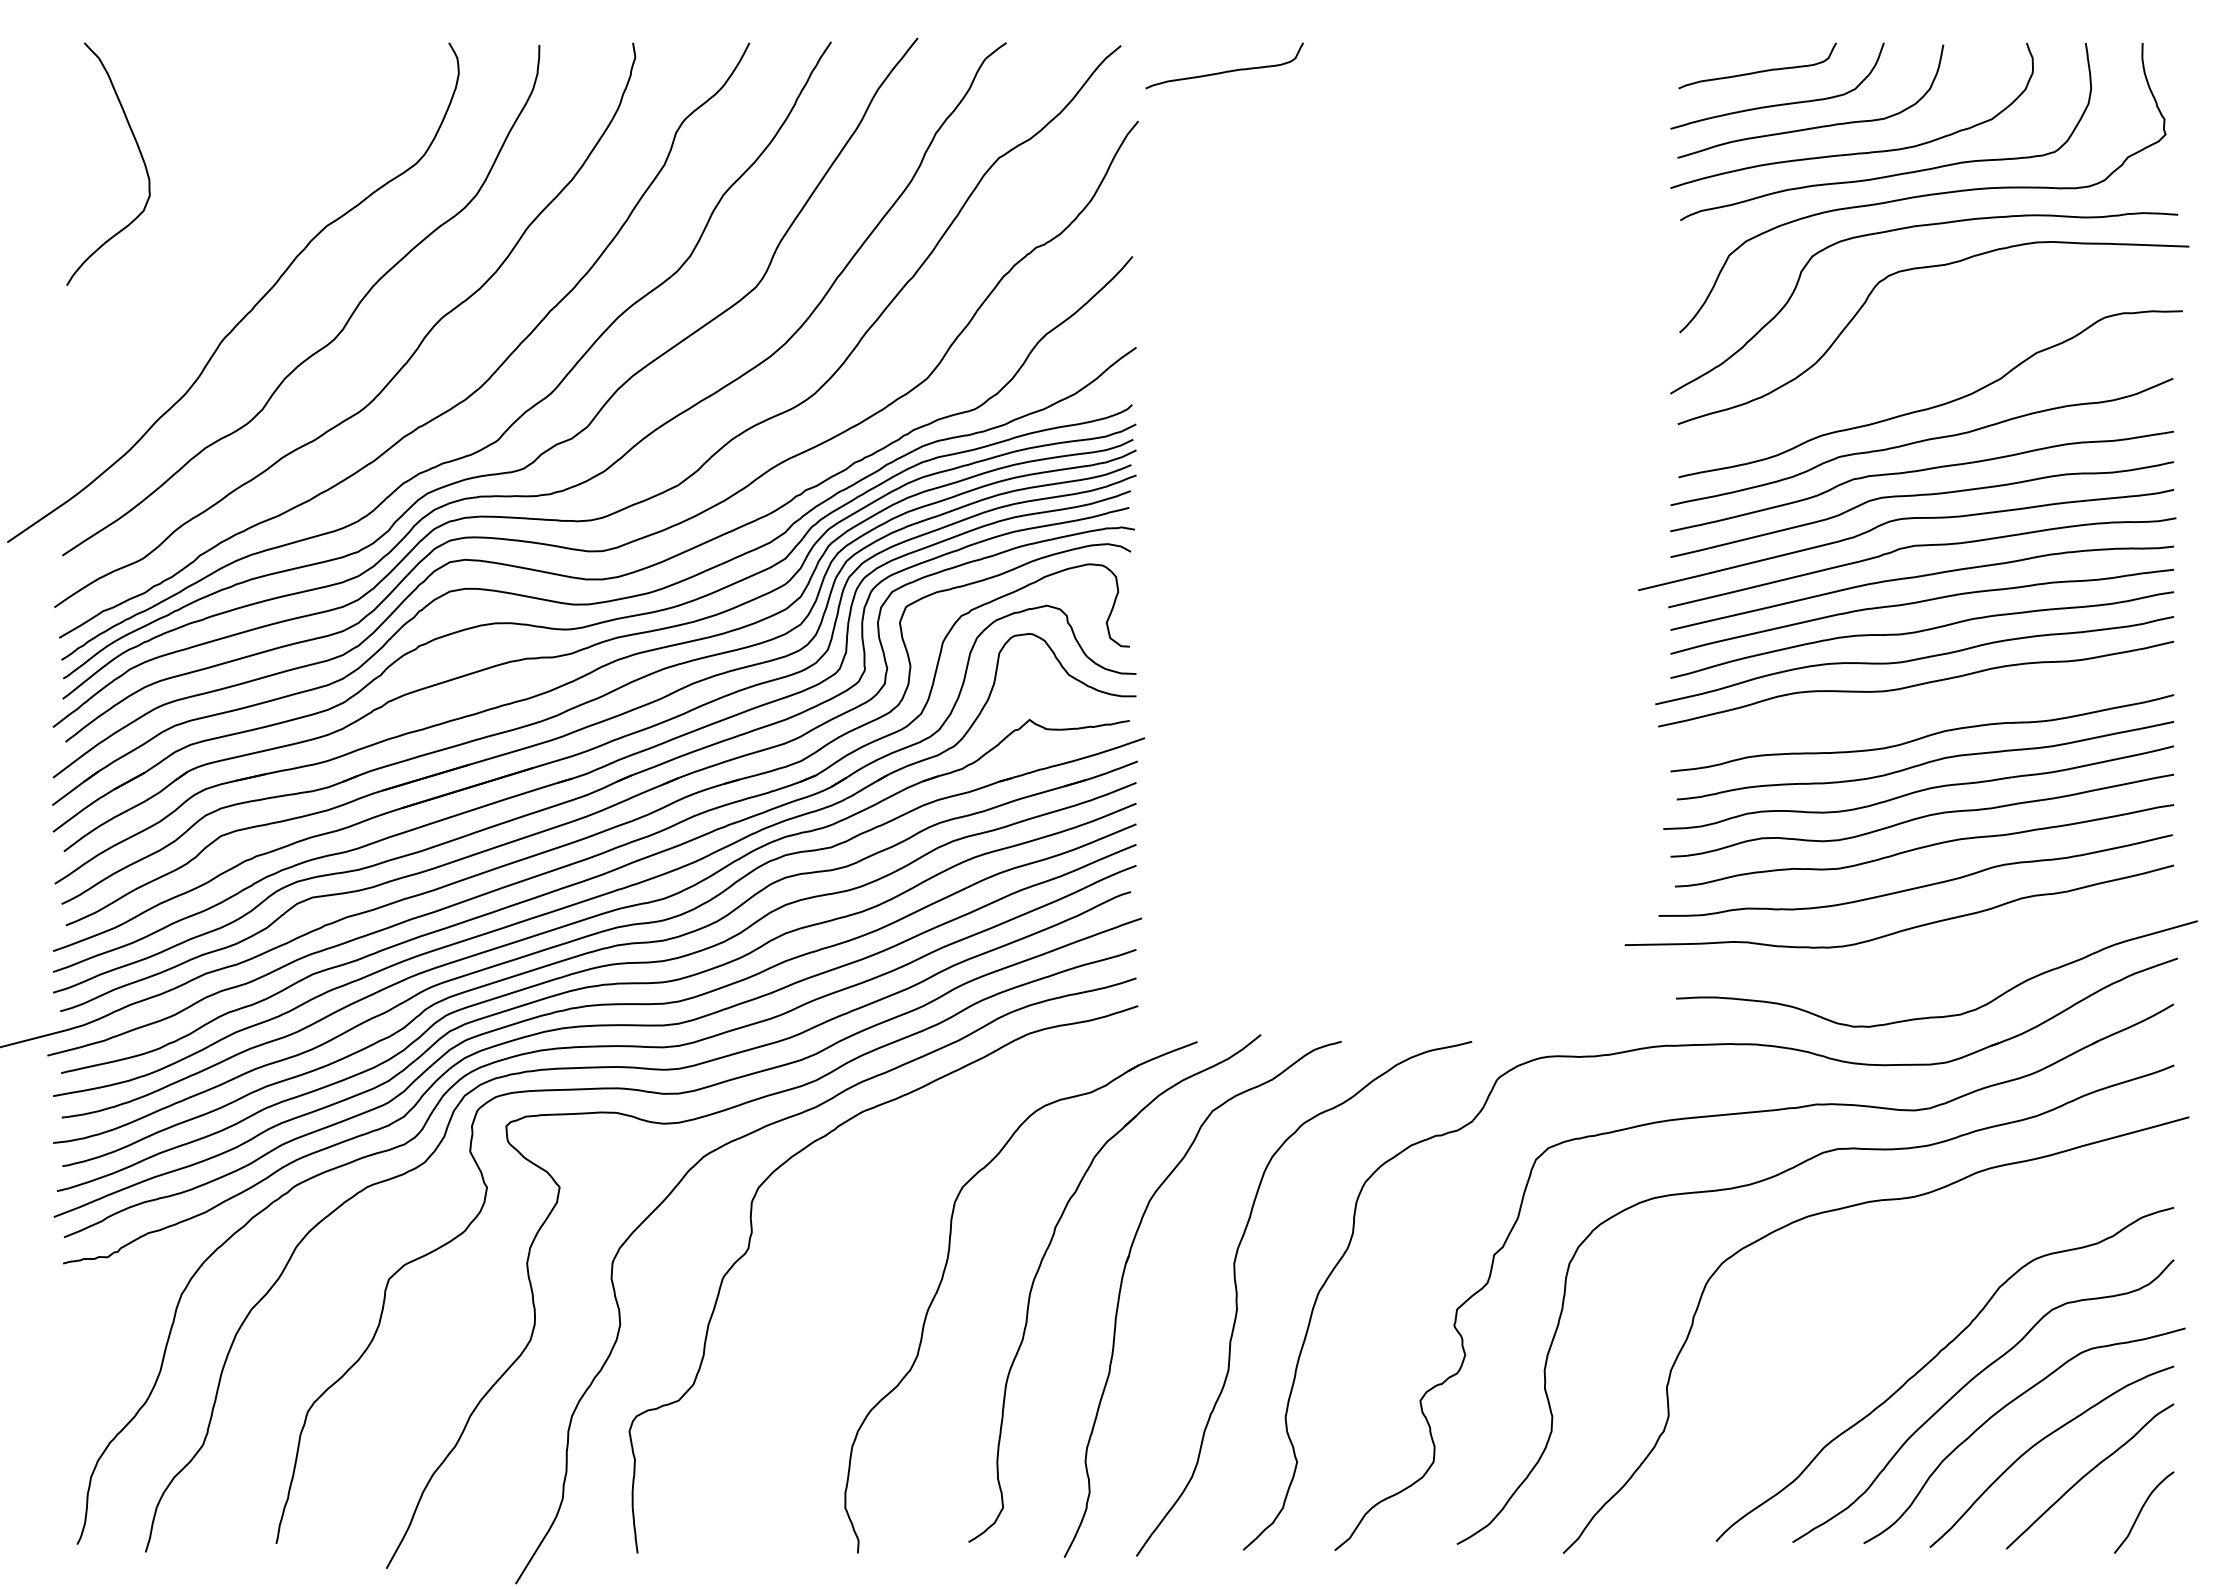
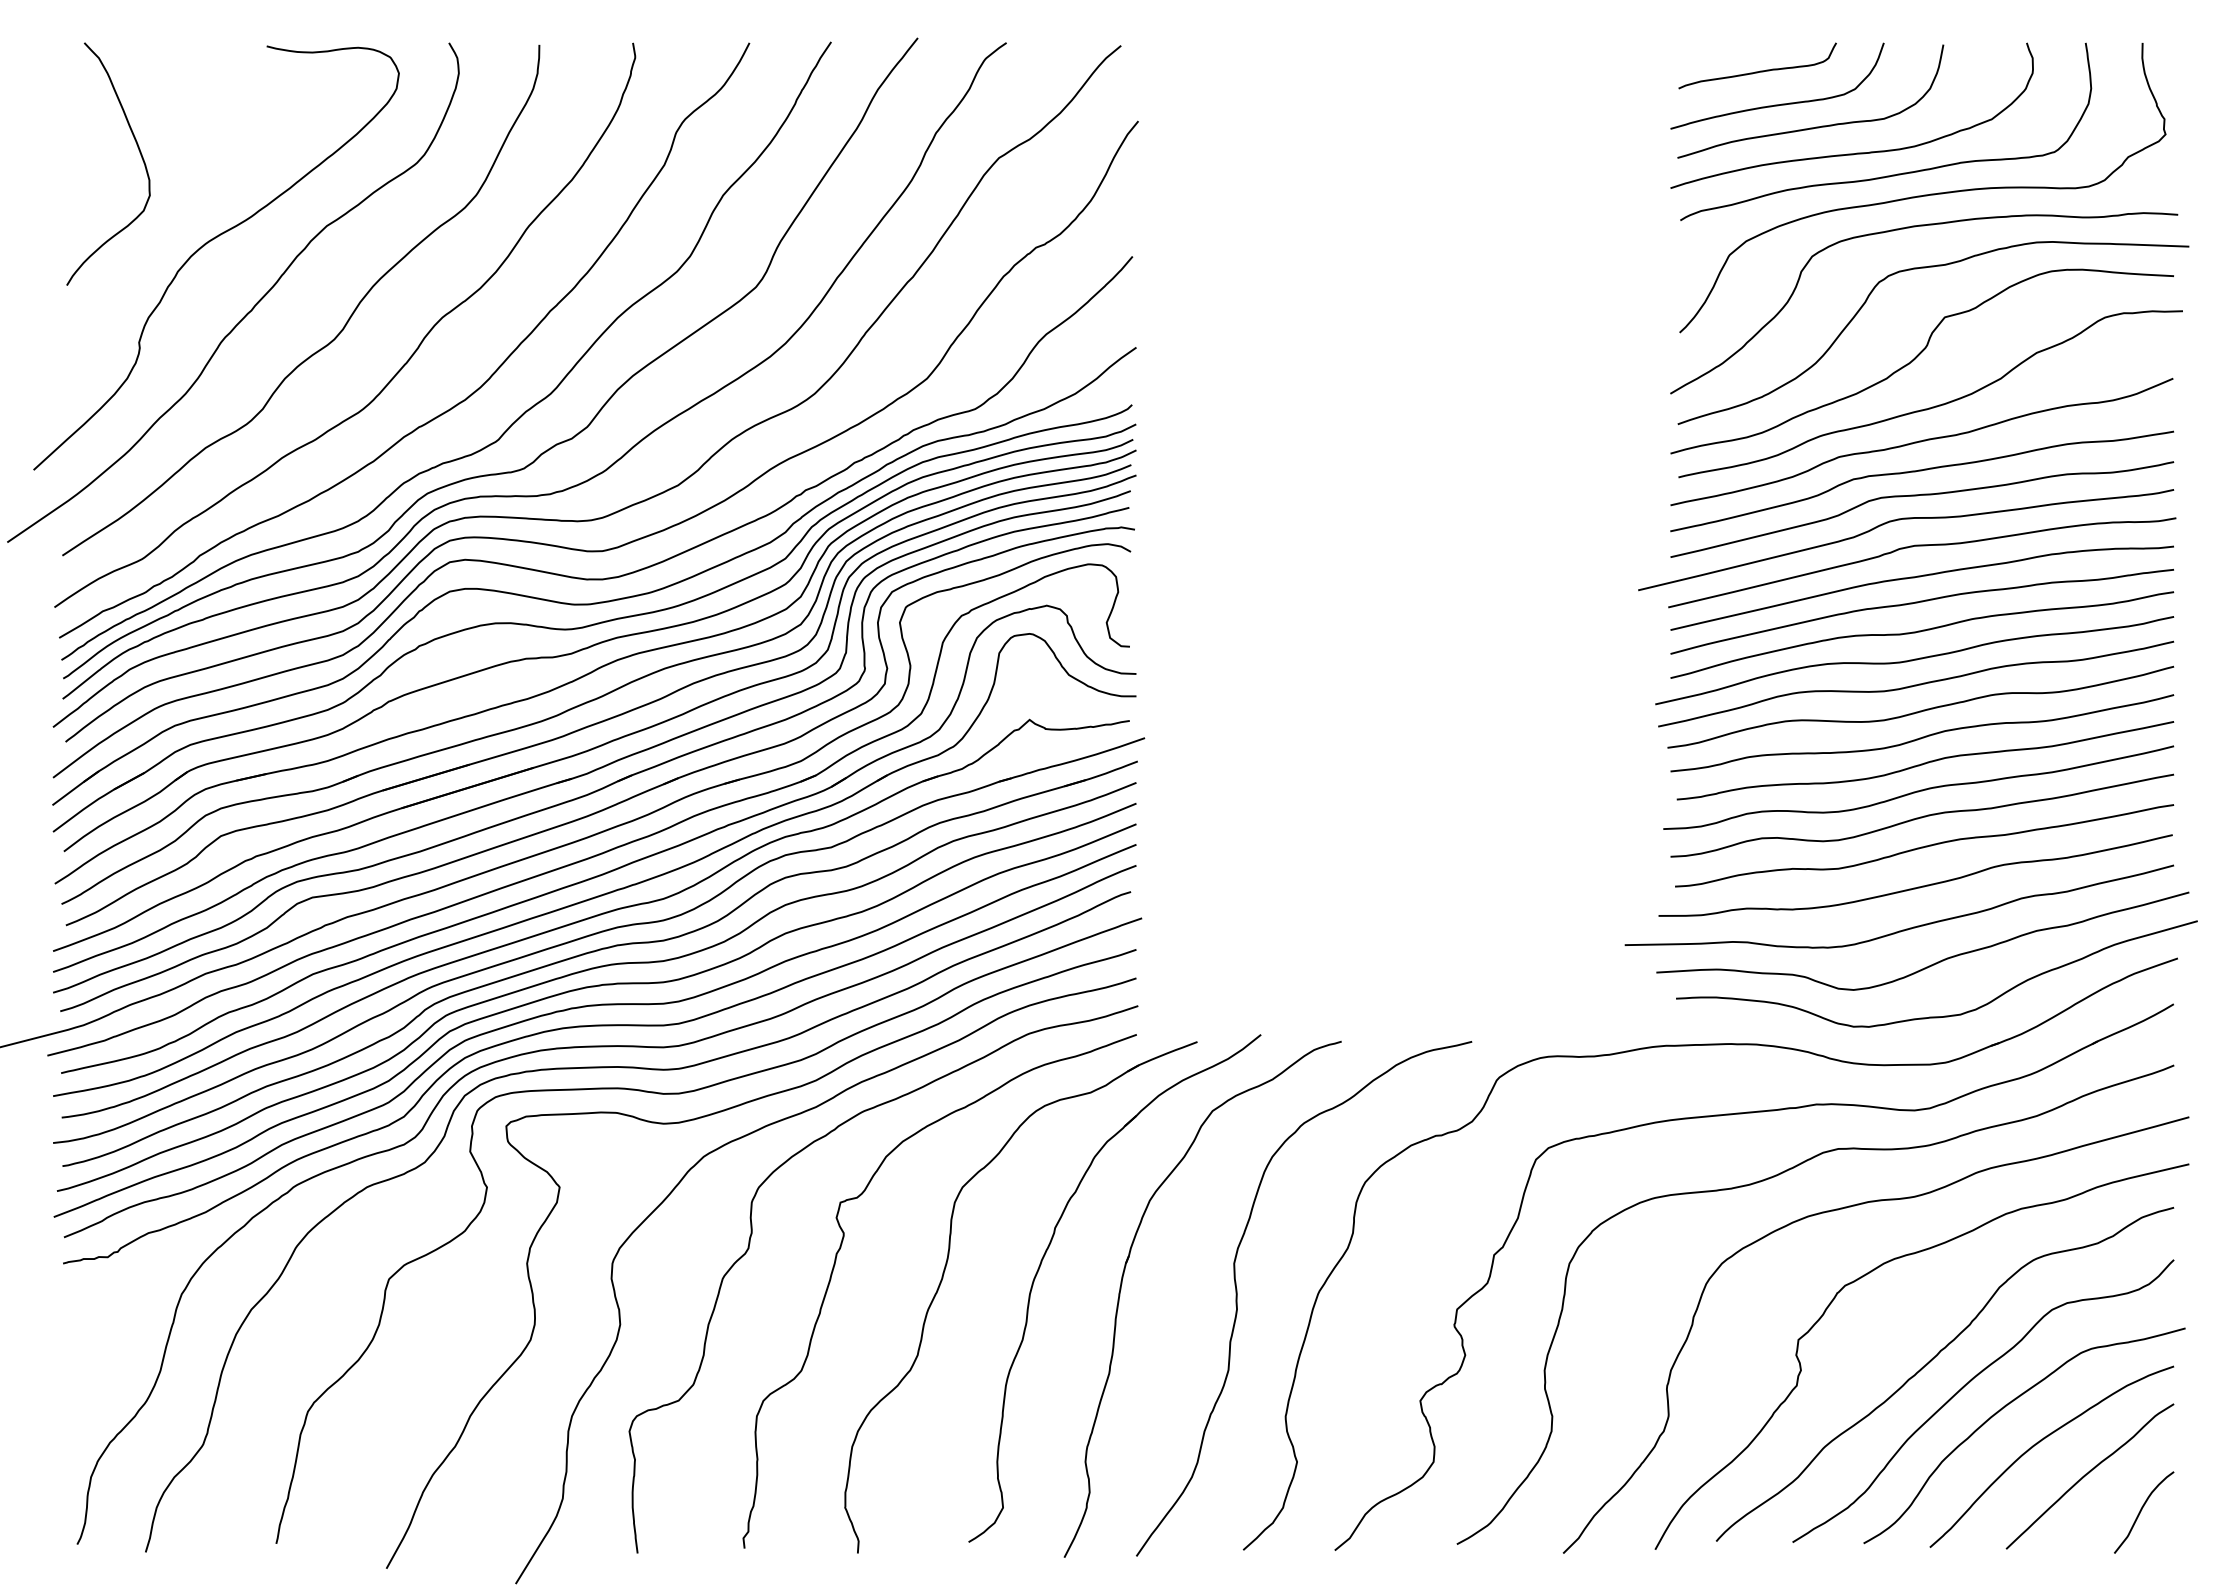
curve at (1227, 70): present -> none
curve at (208, 243): none -> present
curve at (1917, 357): none -> present
curve at (1920, 710): none -> present
curve at (1933, 963): none -> present
curve at (835, 1265): none -> present
curve at (1873, 1271): none -> present
